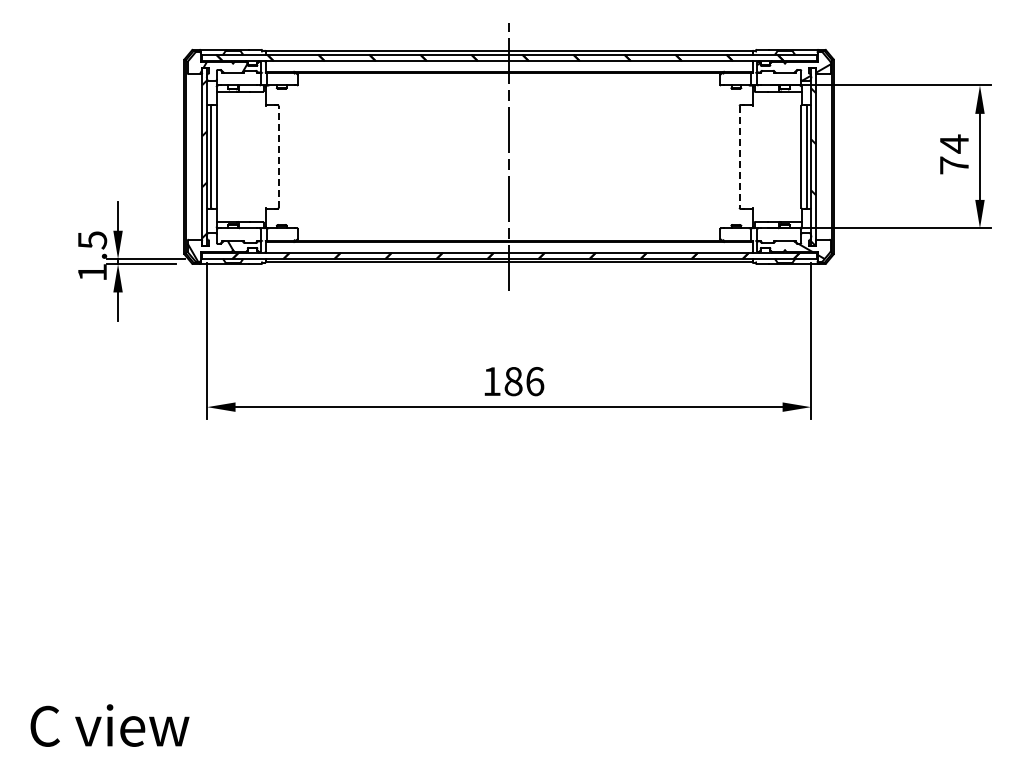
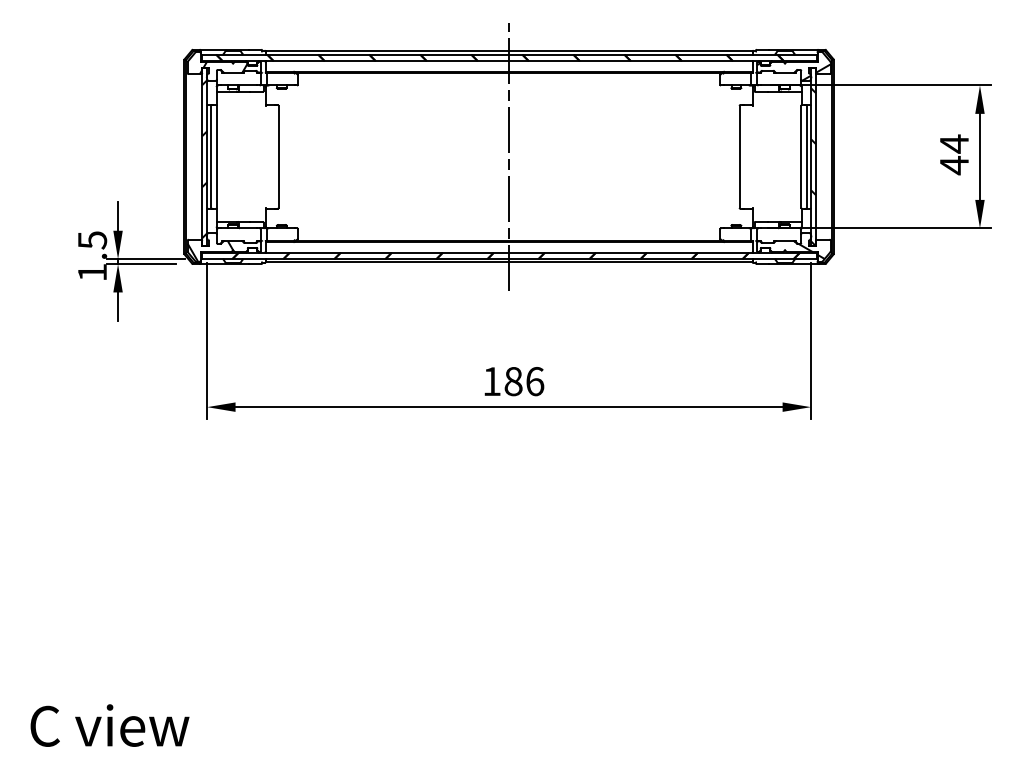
line at (278, 156): dashed -> solid
line at (739, 156): dashed -> solid
text at (954, 165): 74 -> 44
